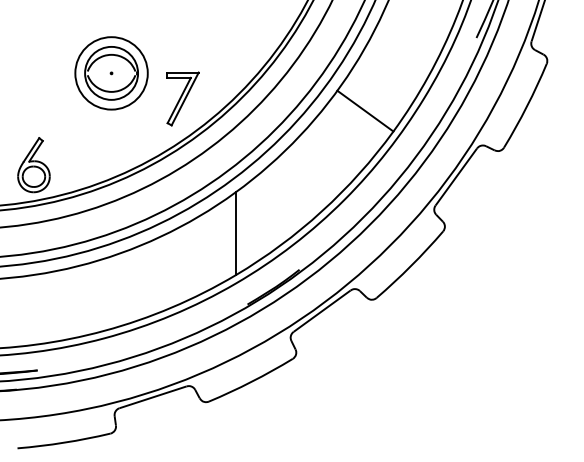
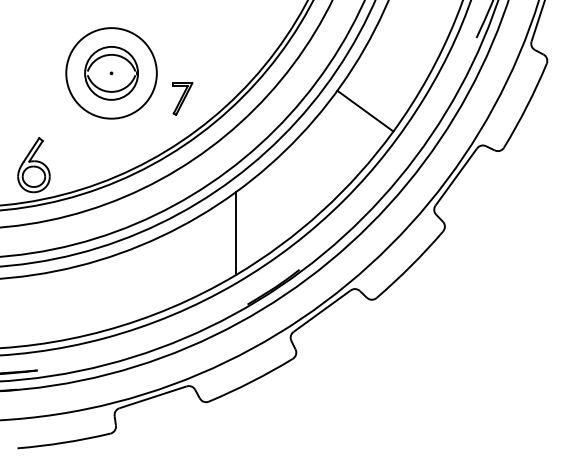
circle at (111, 73) diameter: 72 px -> 91 px
part at (182, 98) size: 34x56 px -> 22x34 px
